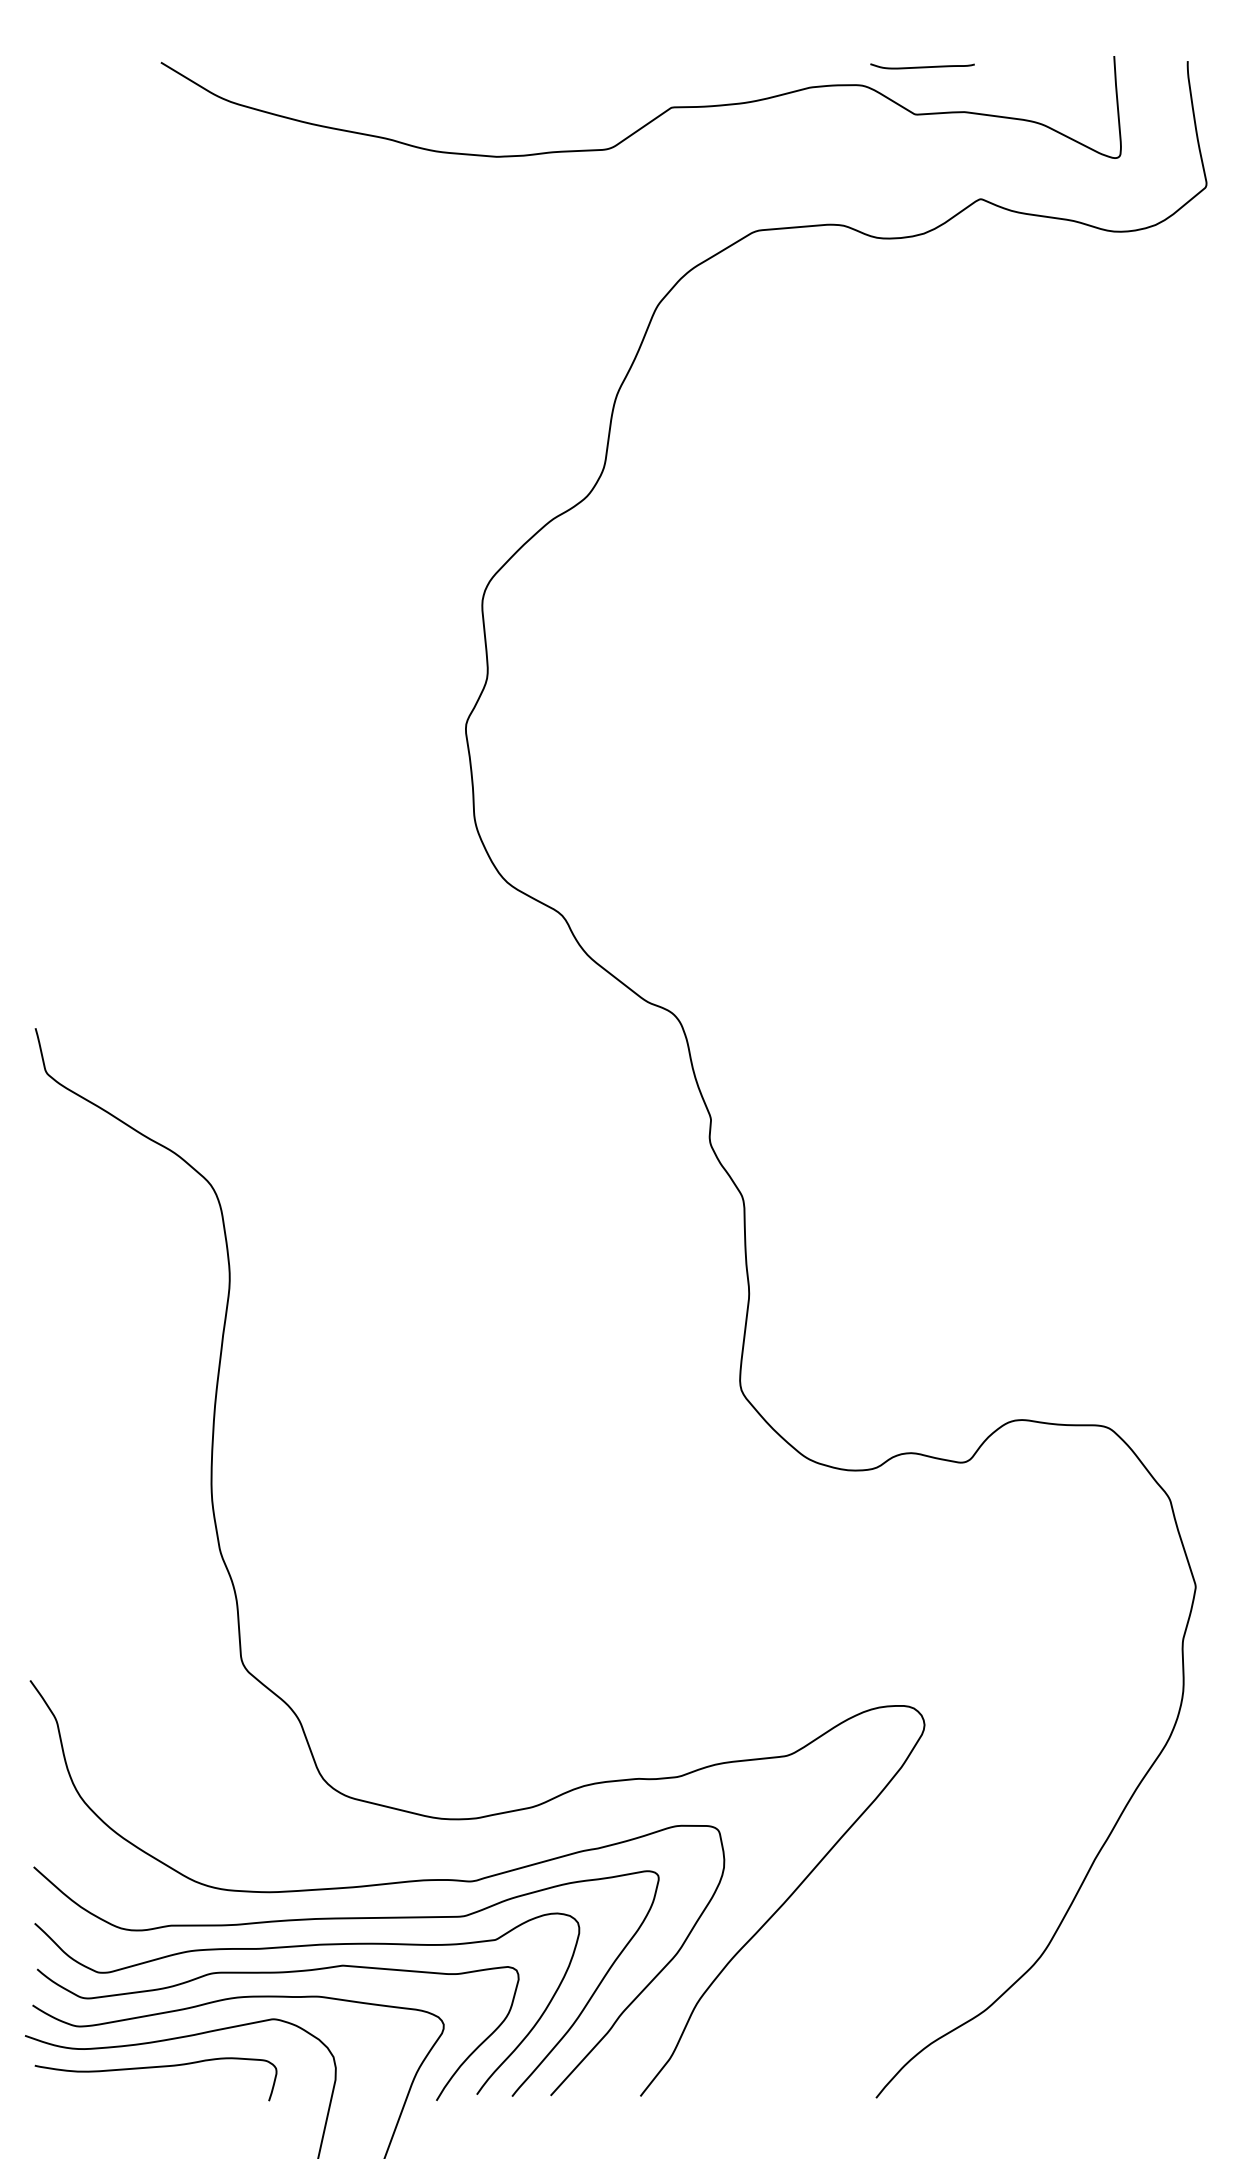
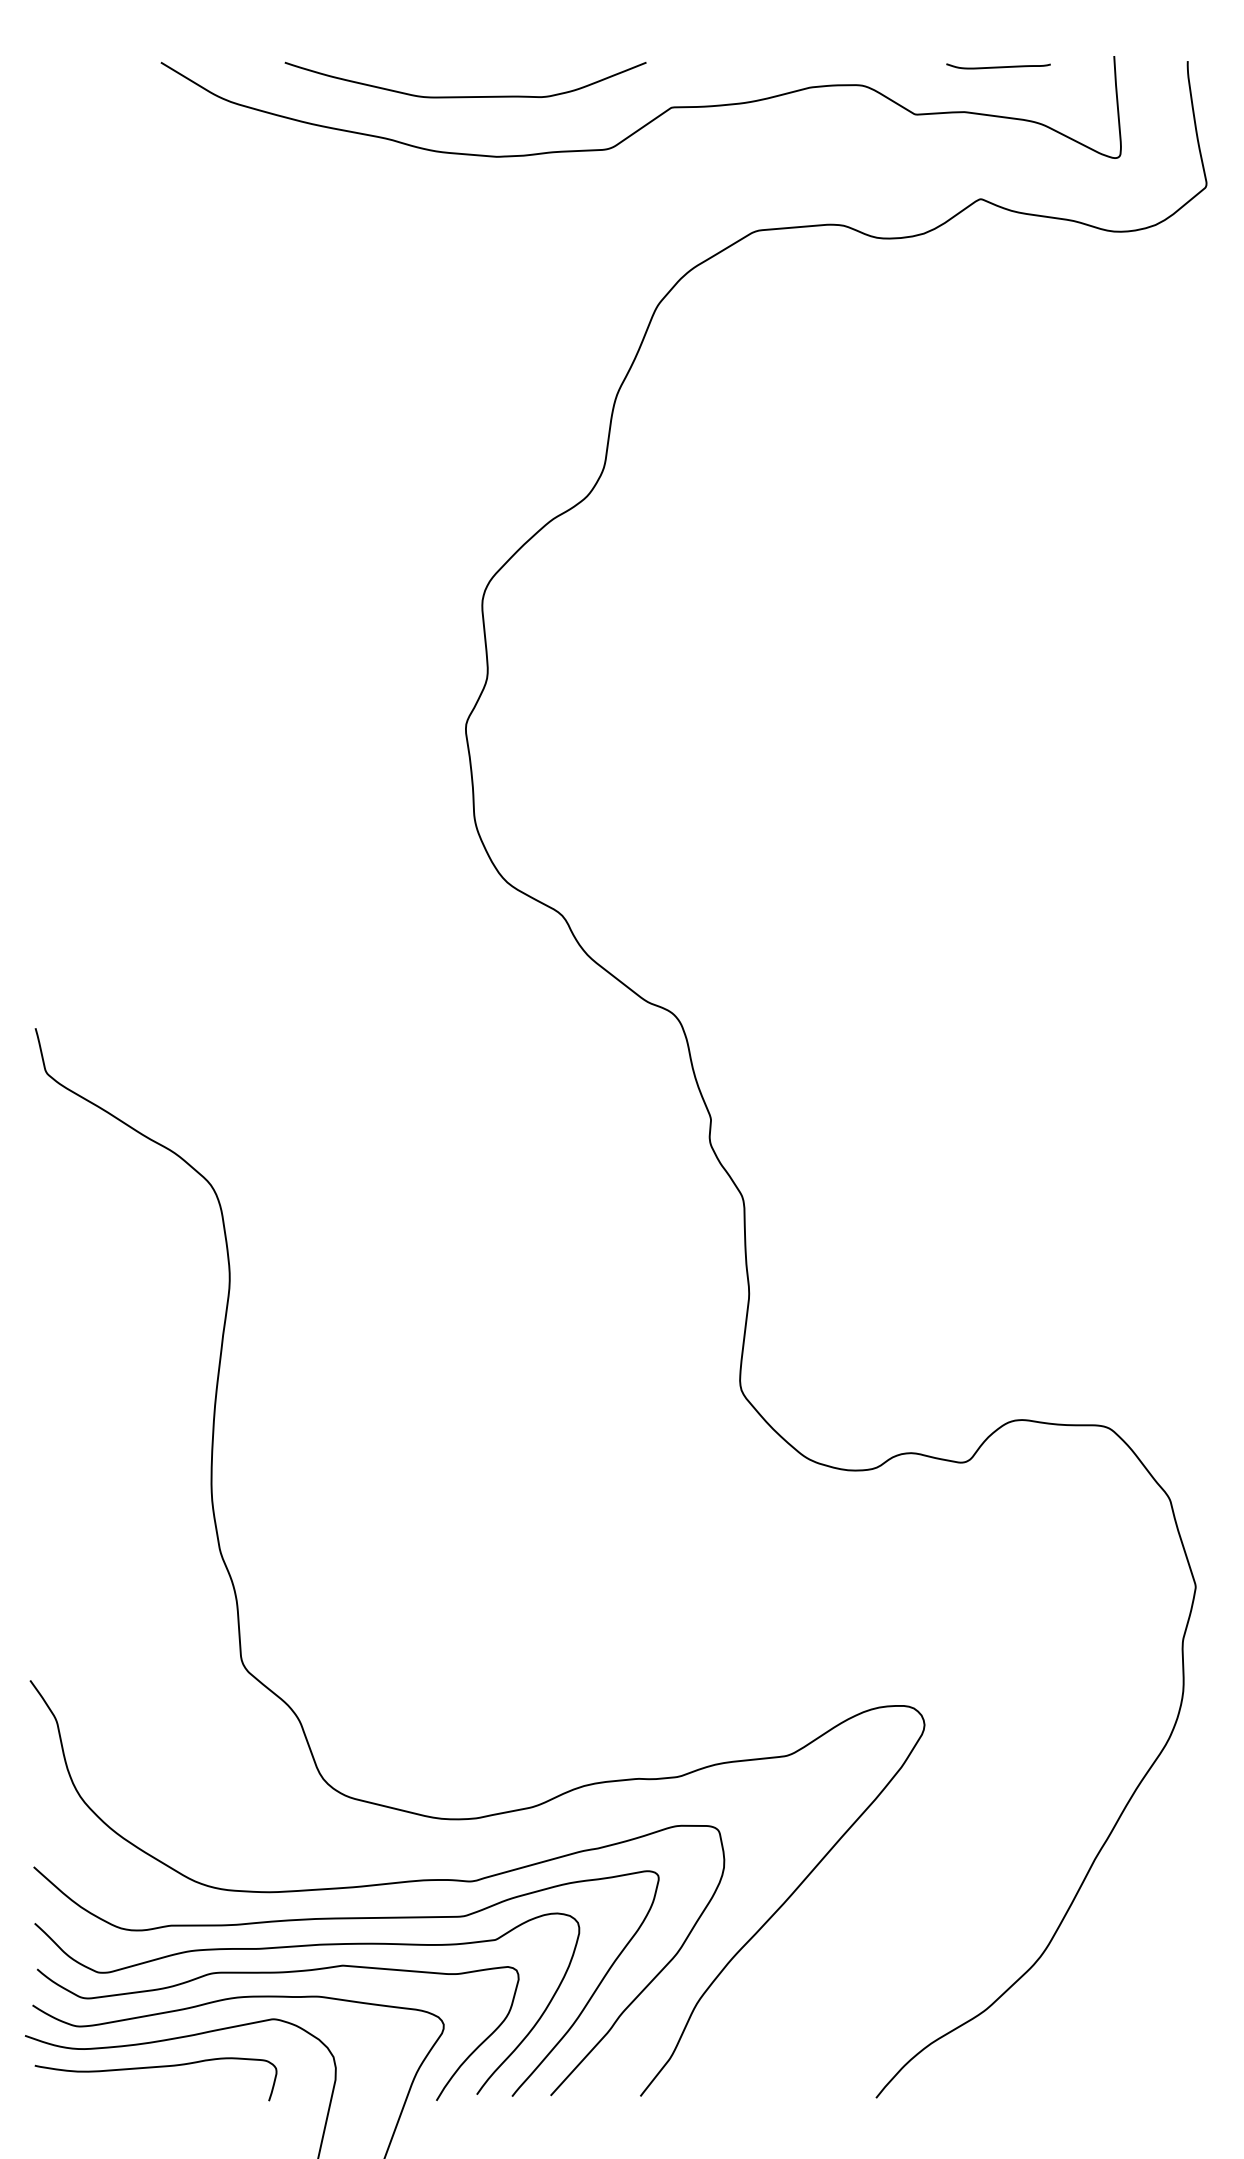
curve at (922, 66) position: (922, 66) -> (998, 66)
curve at (465, 96): none -> present
